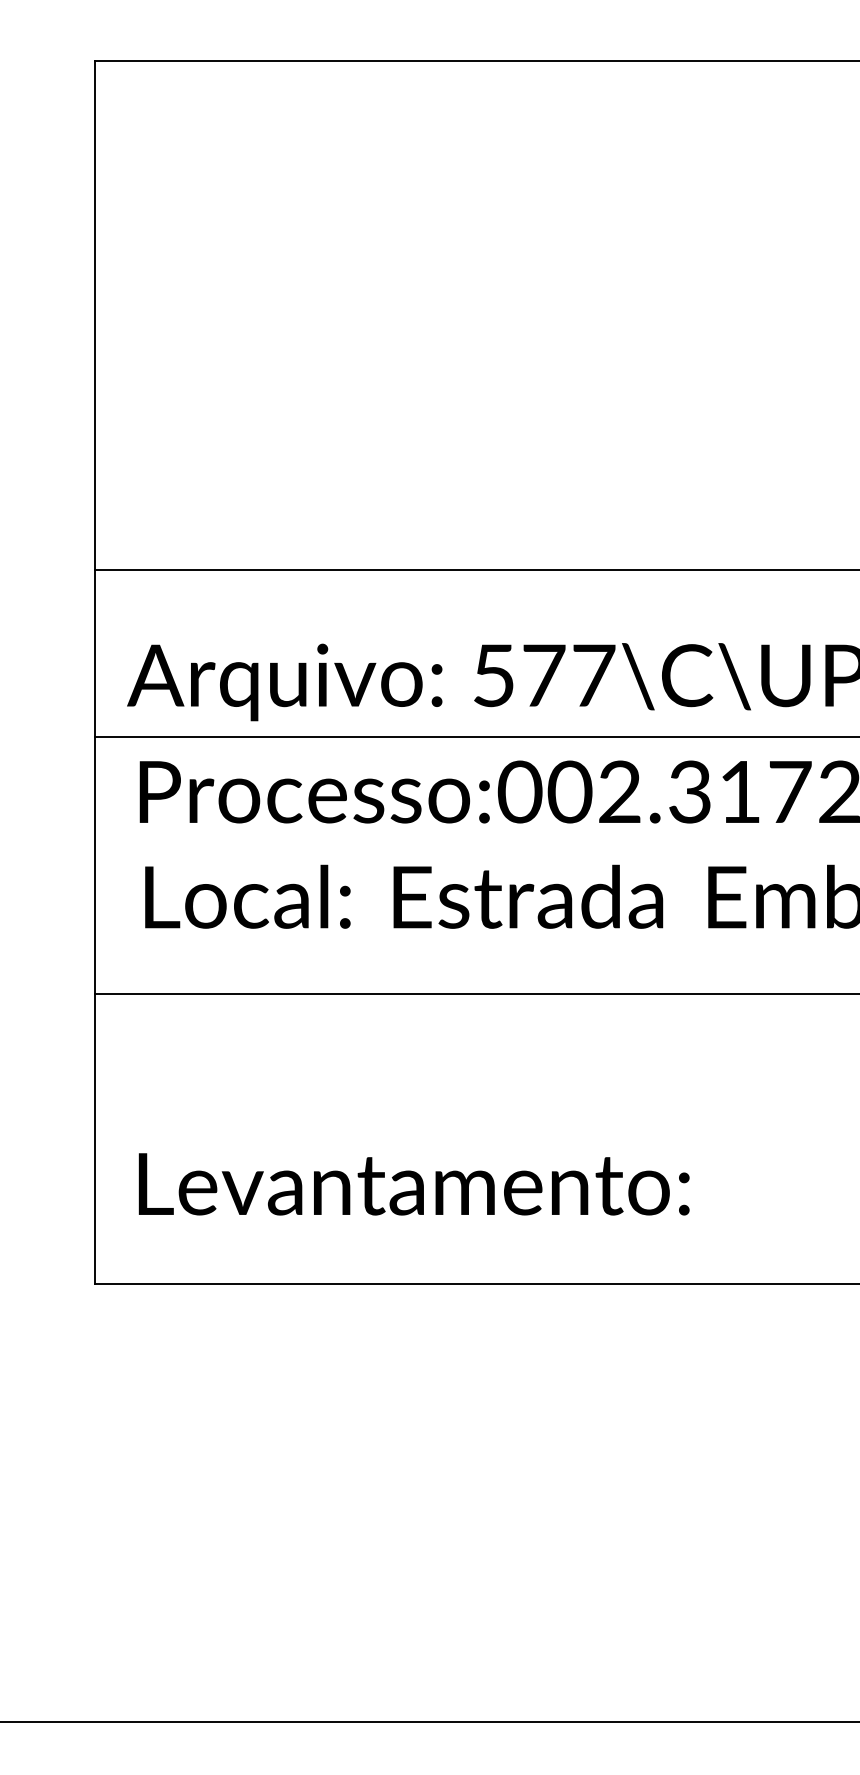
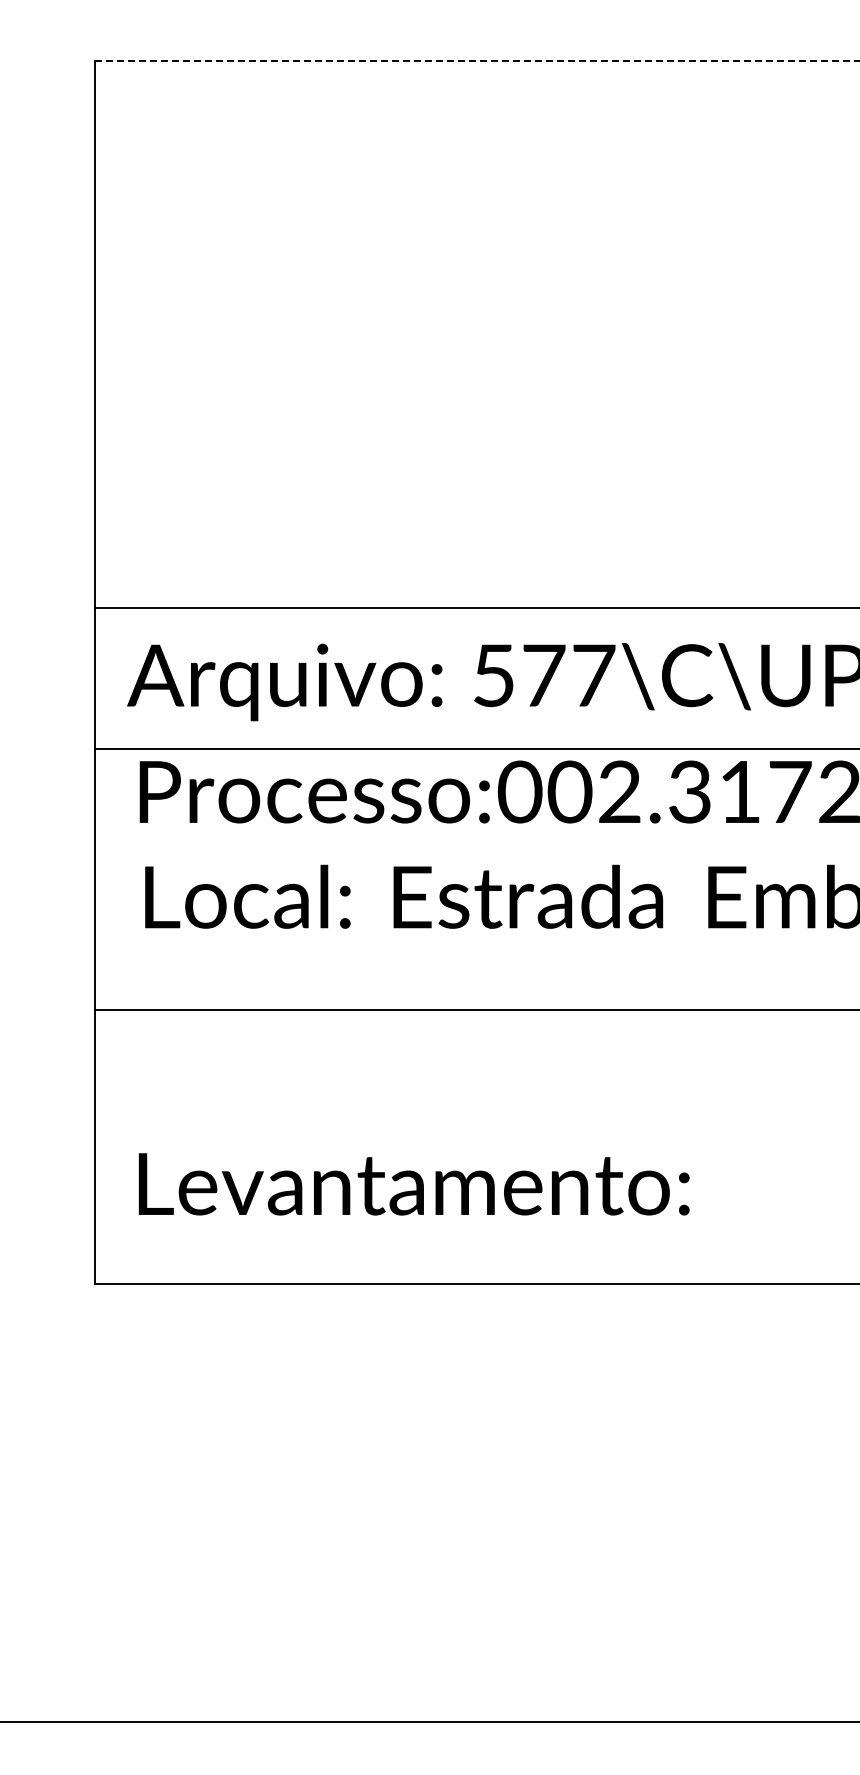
line at (478, 60): solid -> dashed
line at (475, 569) position: (475, 569) -> (475, 607)
line at (475, 737) position: (475, 737) -> (475, 749)
line at (475, 994) position: (475, 994) -> (475, 1010)
